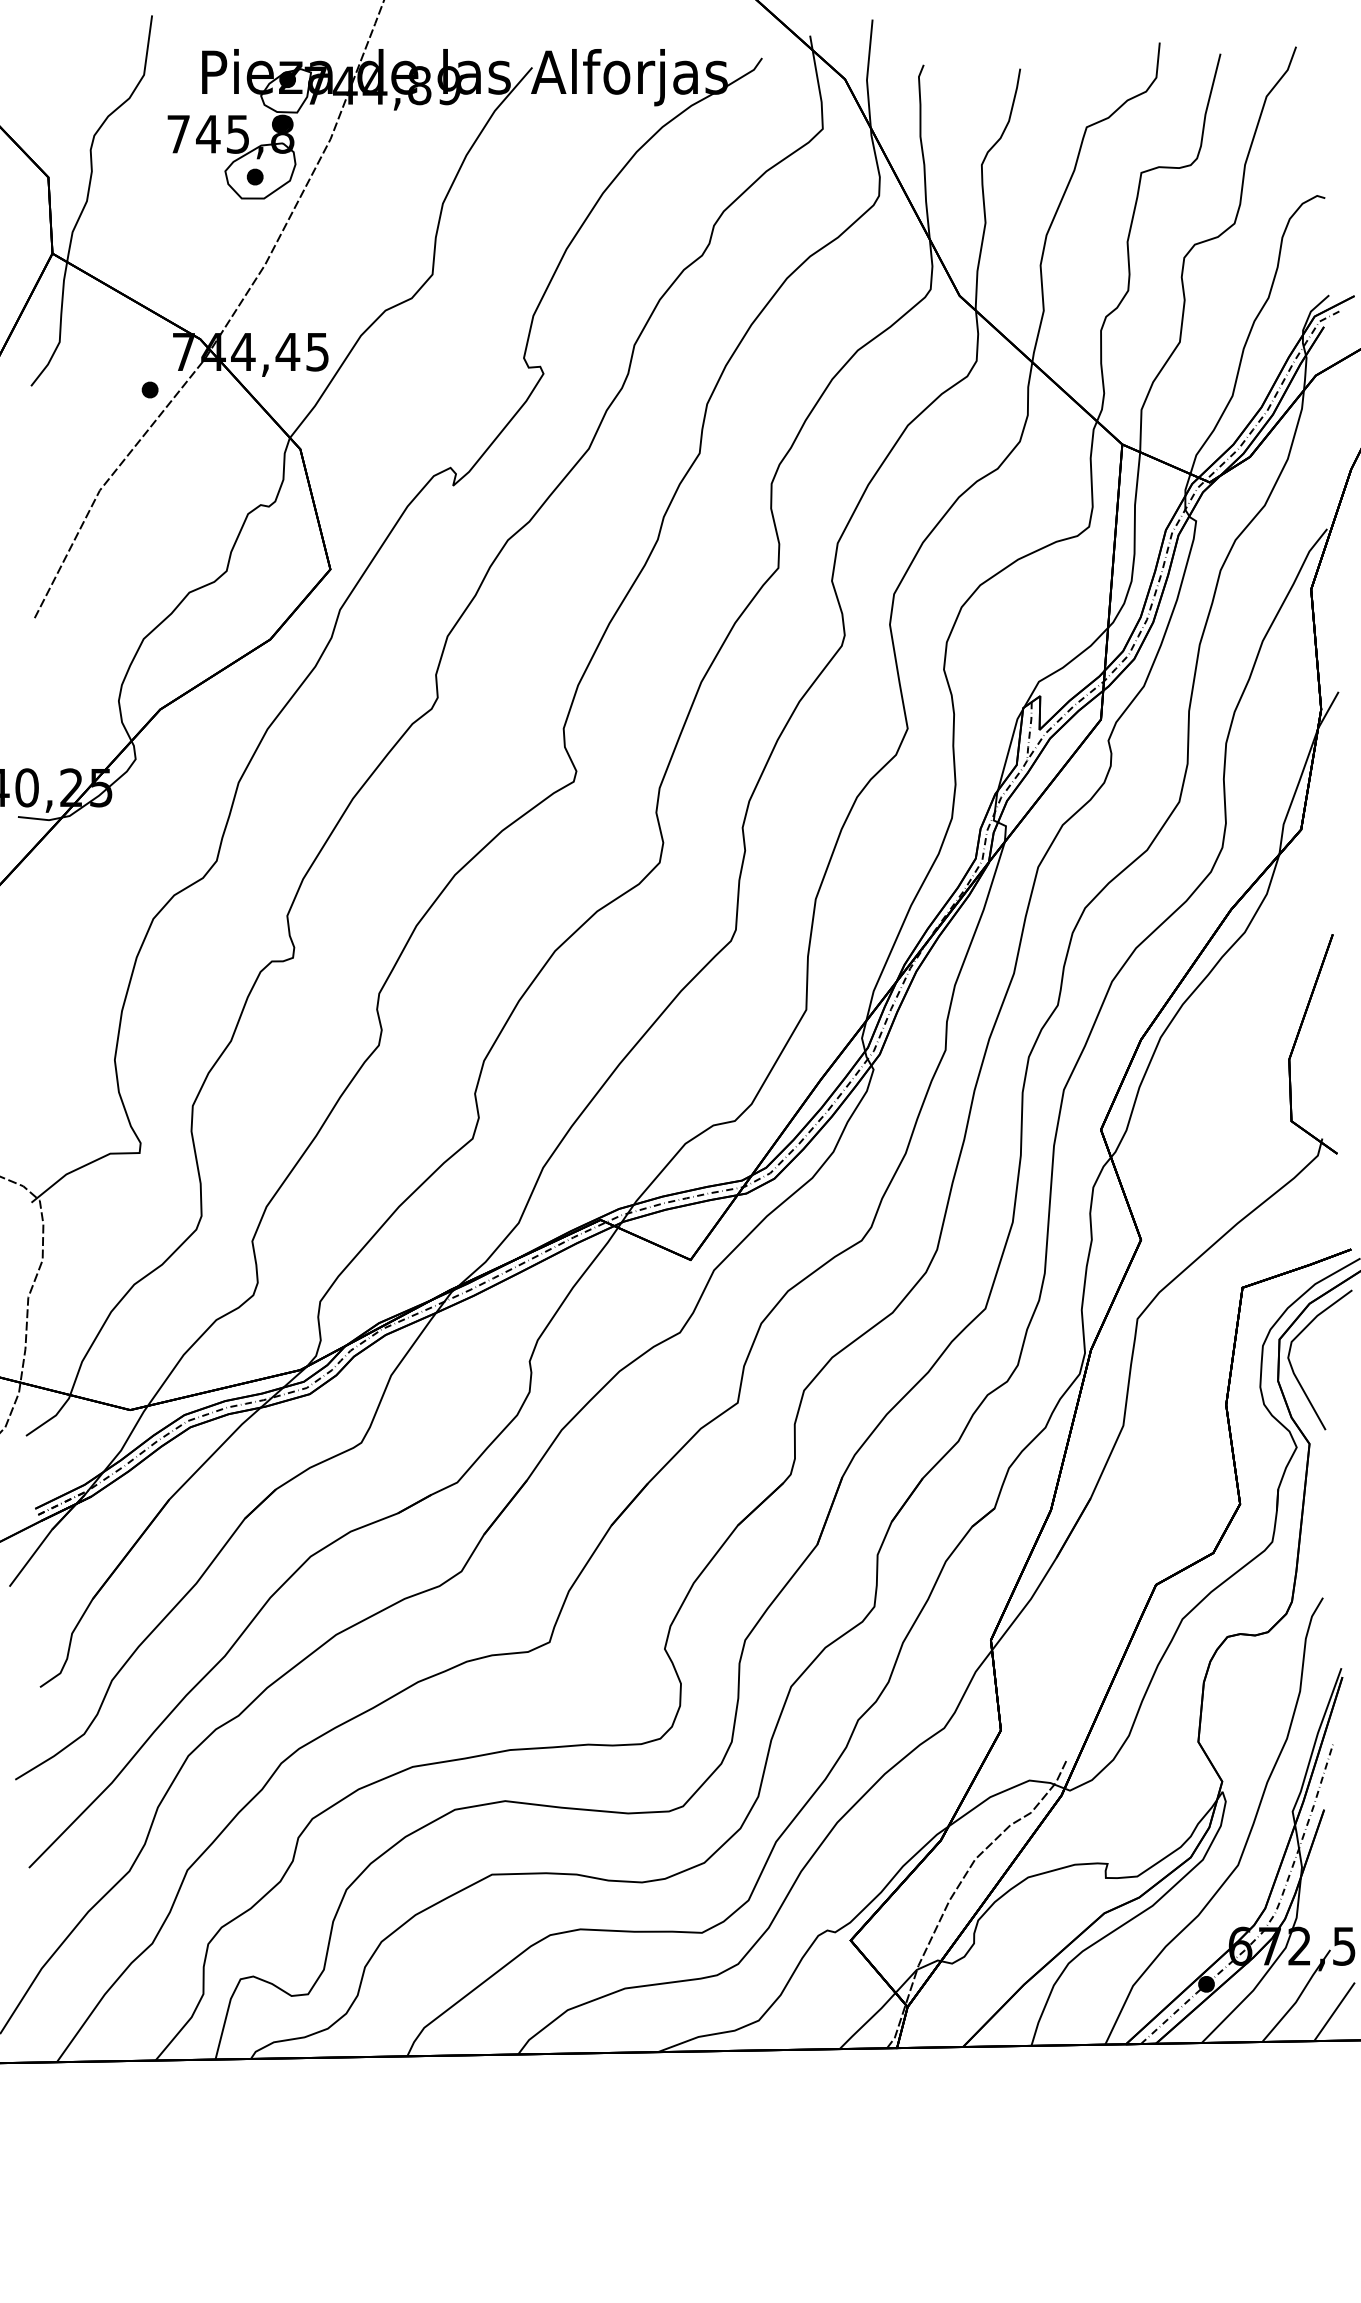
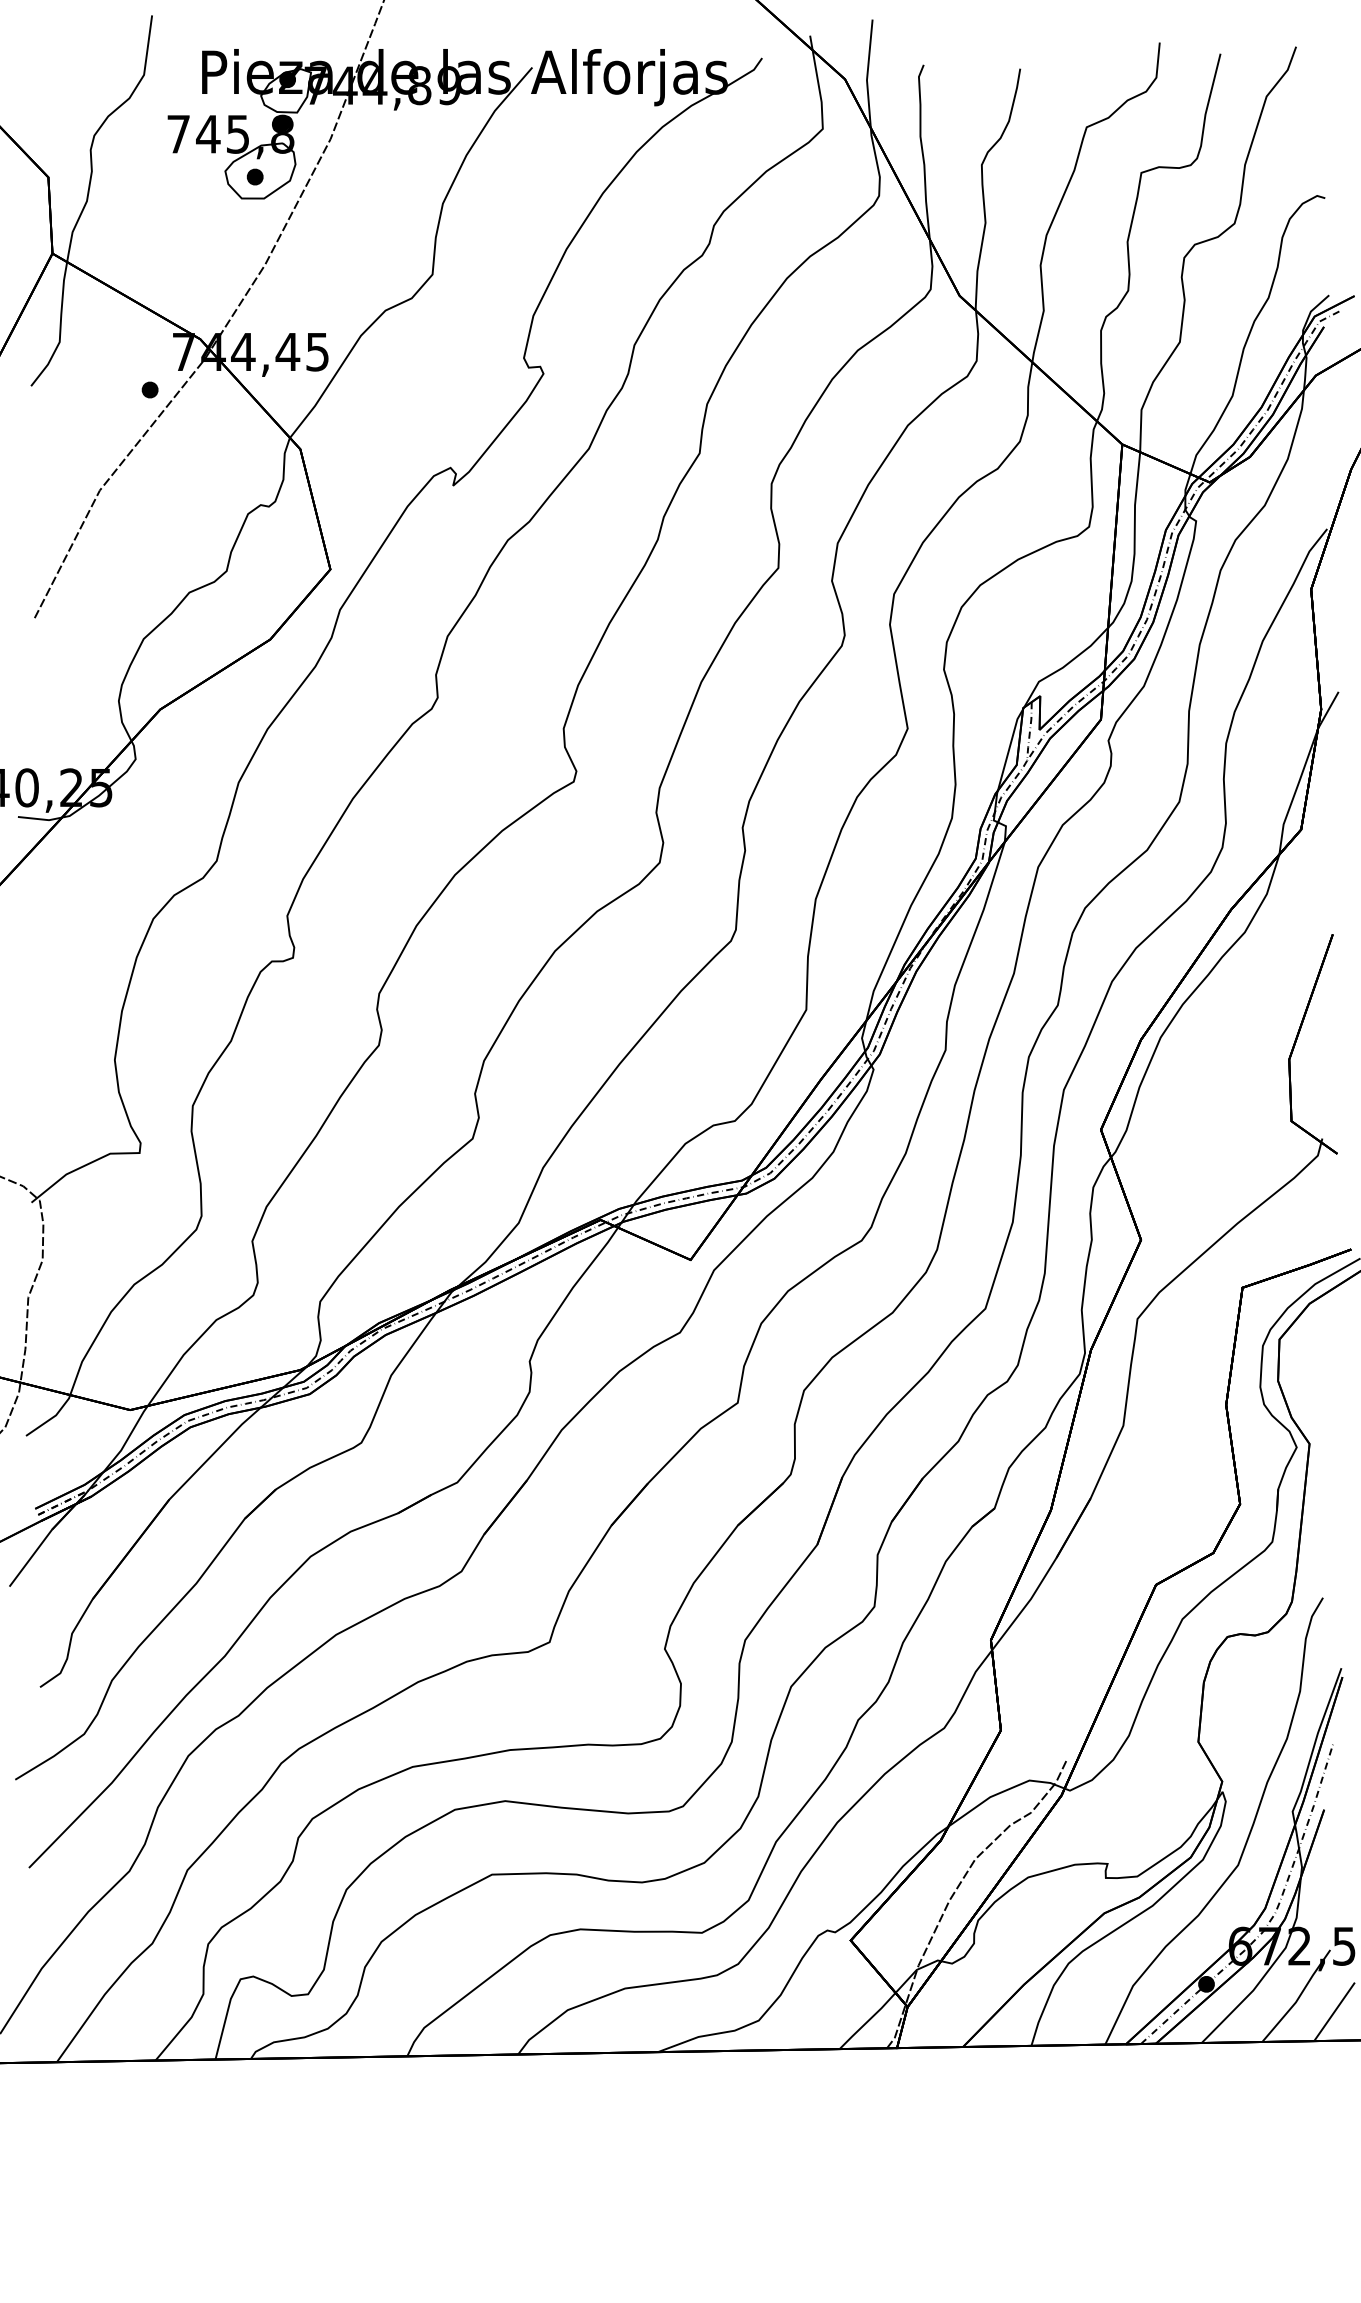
curve at (1294, 1371): present -> none
